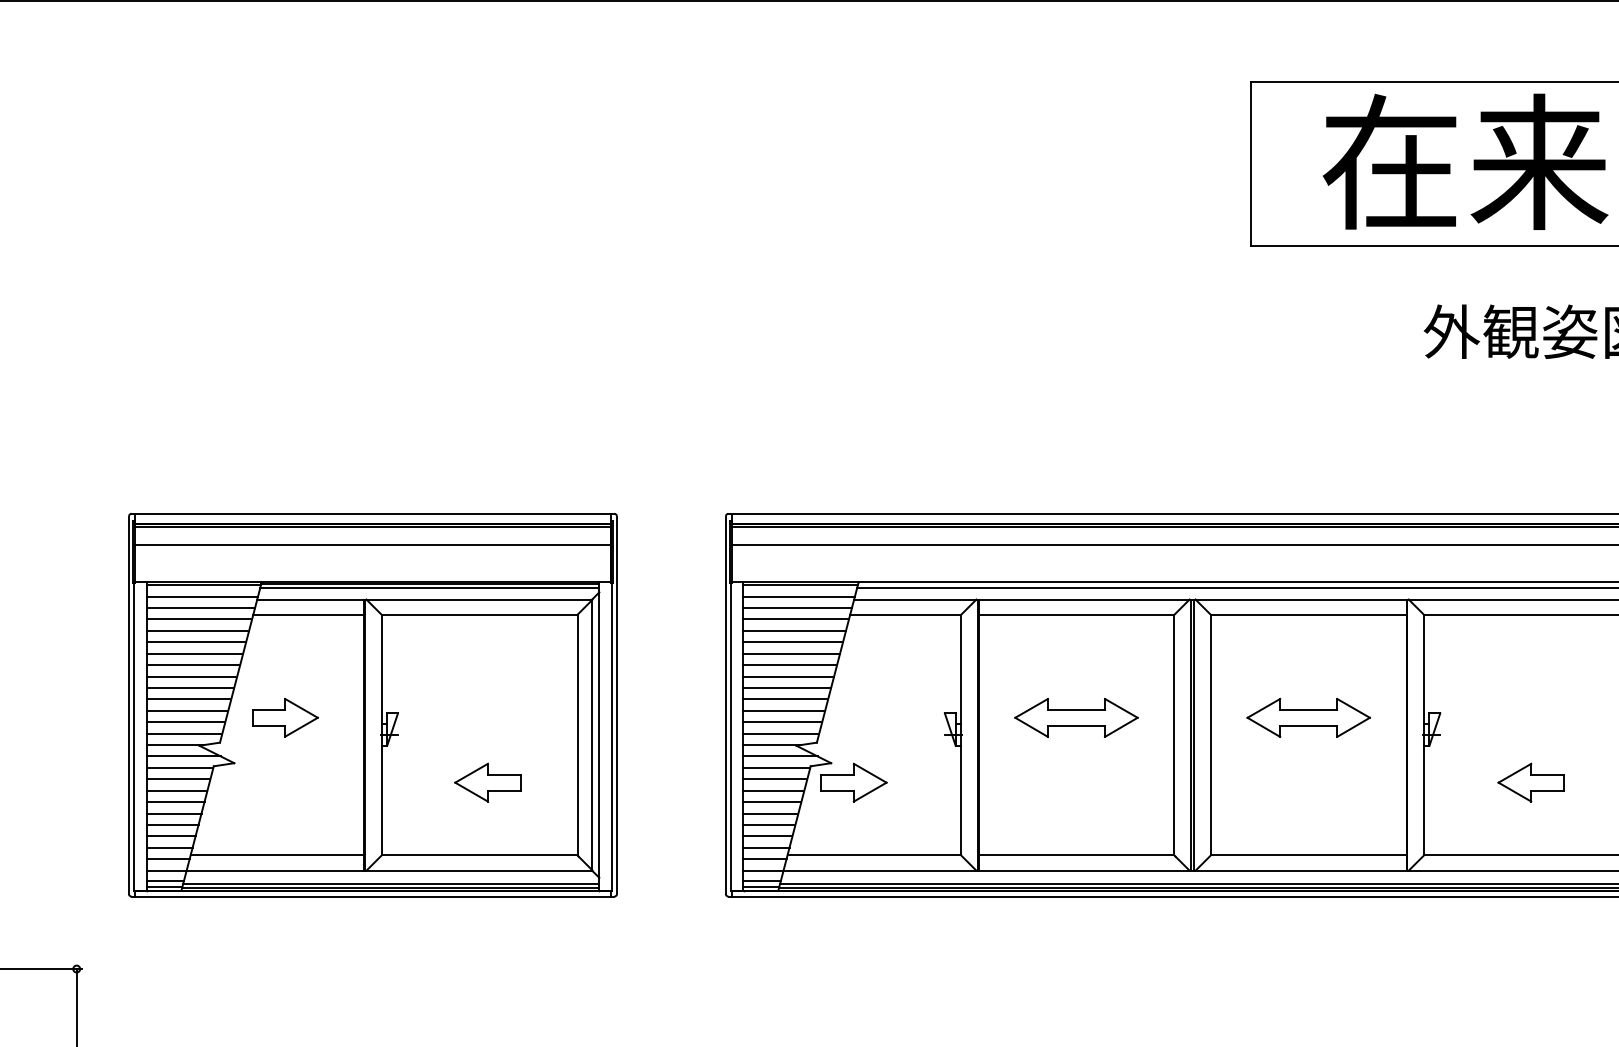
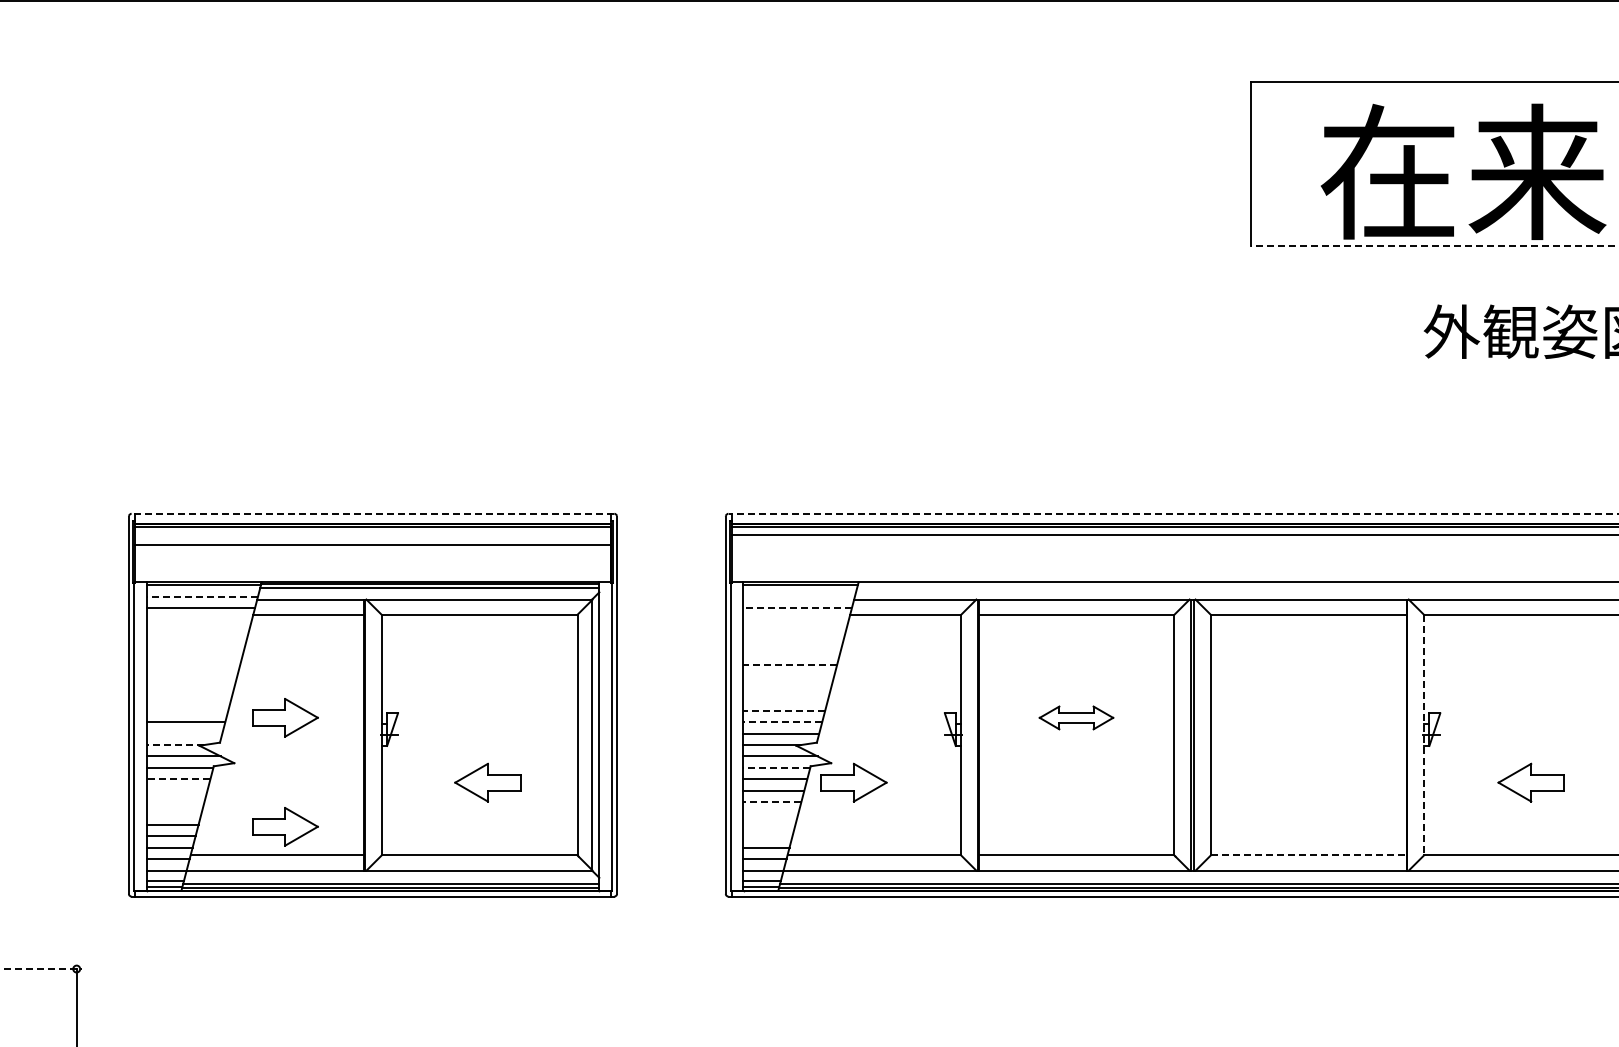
text at (1465, 161) position: (1465, 161) -> (1463, 171)
line at (1434, 245): solid -> dashed
line at (372, 513): solid -> dashed
line at (1173, 513): solid -> dashed
line at (1173, 544) position: (1173, 544) -> (1173, 534)
line at (1236, 587): present -> none
line at (202, 596): solid -> dashed
line at (798, 596): present -> none
line at (797, 607): solid -> dashed
line at (199, 619): present -> none
line at (795, 619): present -> none
line at (197, 630): present -> none
line at (794, 630): present -> none
line at (196, 642): present -> none
line at (793, 642): present -> none
line at (194, 653): present -> none
line at (791, 653): present -> none
line at (193, 665): present -> none
line at (790, 665): solid -> dashed
line at (191, 676): present -> none
line at (788, 676): present -> none
line at (190, 687): present -> none
line at (787, 687): present -> none
line at (188, 699): present -> none
line at (785, 699): present -> none
line at (187, 710): present -> none
line at (784, 710): solid -> dashed
part at (1076, 717) size: 125x40 px -> 77x26 px
part at (1308, 717): present -> none
line at (782, 722): solid -> dashed
line at (184, 733): present -> none
line at (1424, 735): solid -> dashed
line at (175, 745): solid -> dashed
line at (776, 767): solid -> dashed
line at (178, 779): solid -> dashed
line at (176, 790): present -> none
line at (175, 802): present -> none
line at (772, 802): solid -> dashed
line at (173, 813): present -> none
line at (770, 813): present -> none
line at (769, 824): present -> none
part at (285, 826): none -> present
line at (767, 836): present -> none
line at (1308, 855): solid -> dashed
line at (41, 969): solid -> dashed
